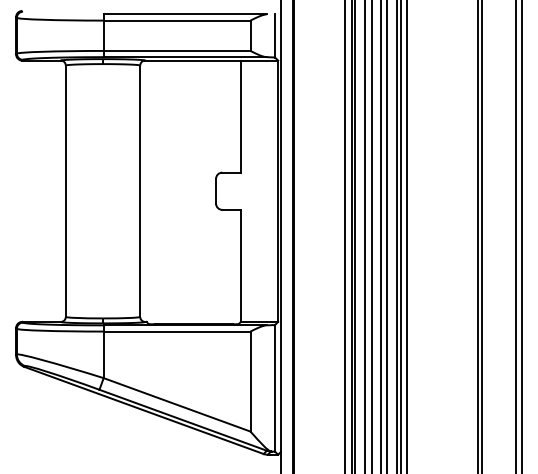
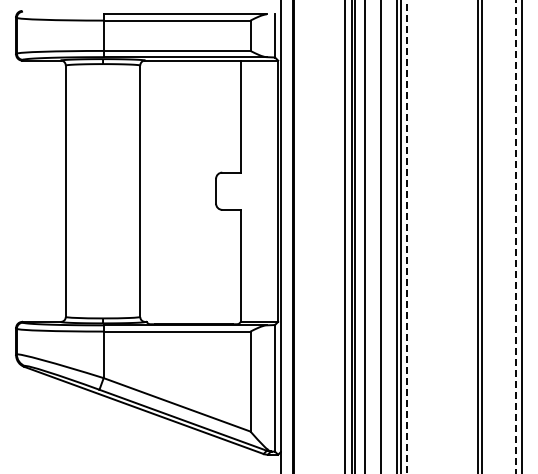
line at (371, 236): present -> none
line at (386, 236): present -> none
line at (406, 237): solid -> dashed
line at (515, 237): solid -> dashed
